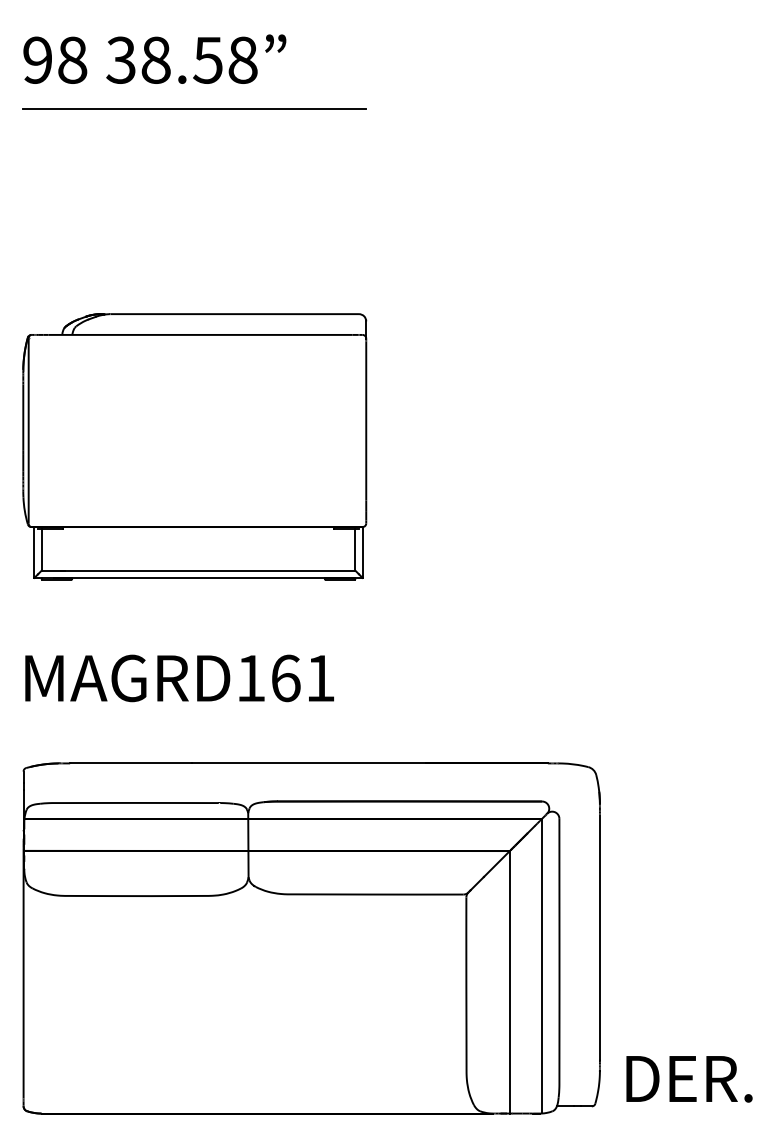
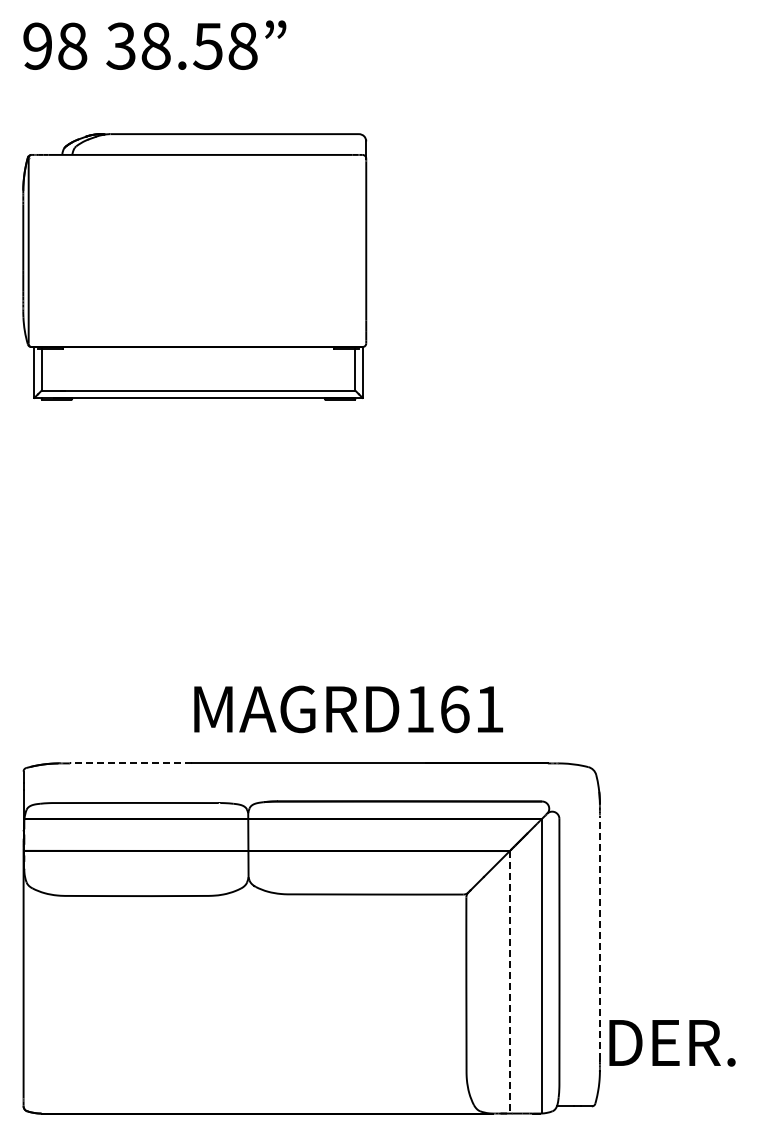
text at (154, 58) position: (154, 58) -> (154, 44)
line at (194, 109): present -> none
part at (194, 446) position: (194, 446) -> (194, 266)
text at (179, 678) position: (179, 678) -> (348, 709)
line at (131, 763): solid -> dashed
line at (599, 937): solid -> dashed
line at (509, 982): solid -> dashed
text at (689, 1079) position: (689, 1079) -> (672, 1043)
